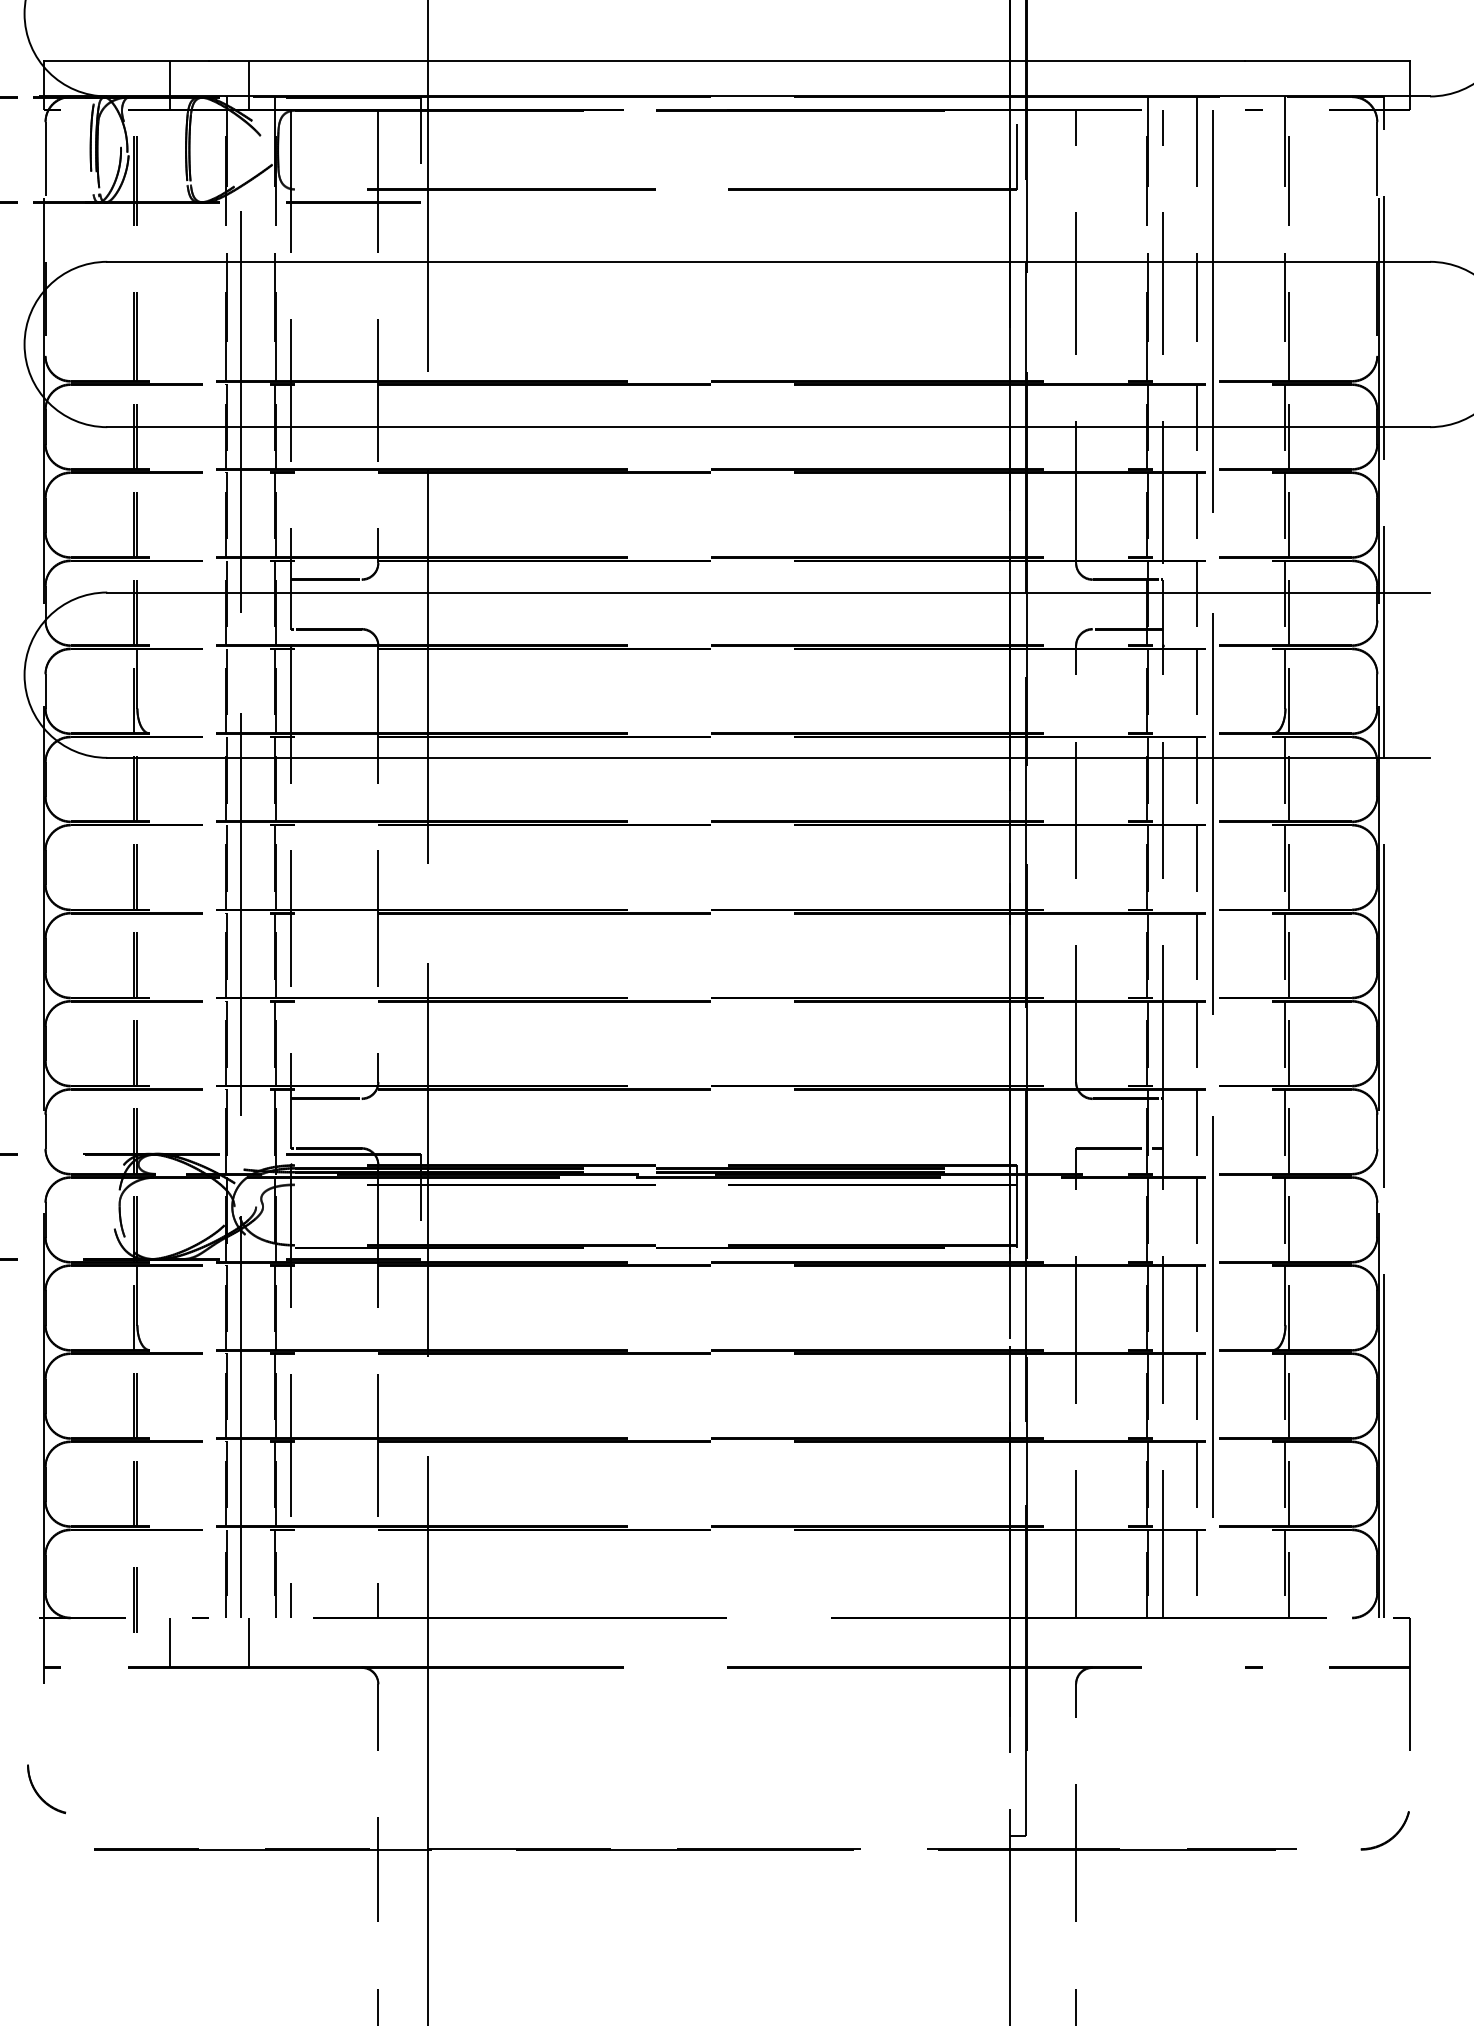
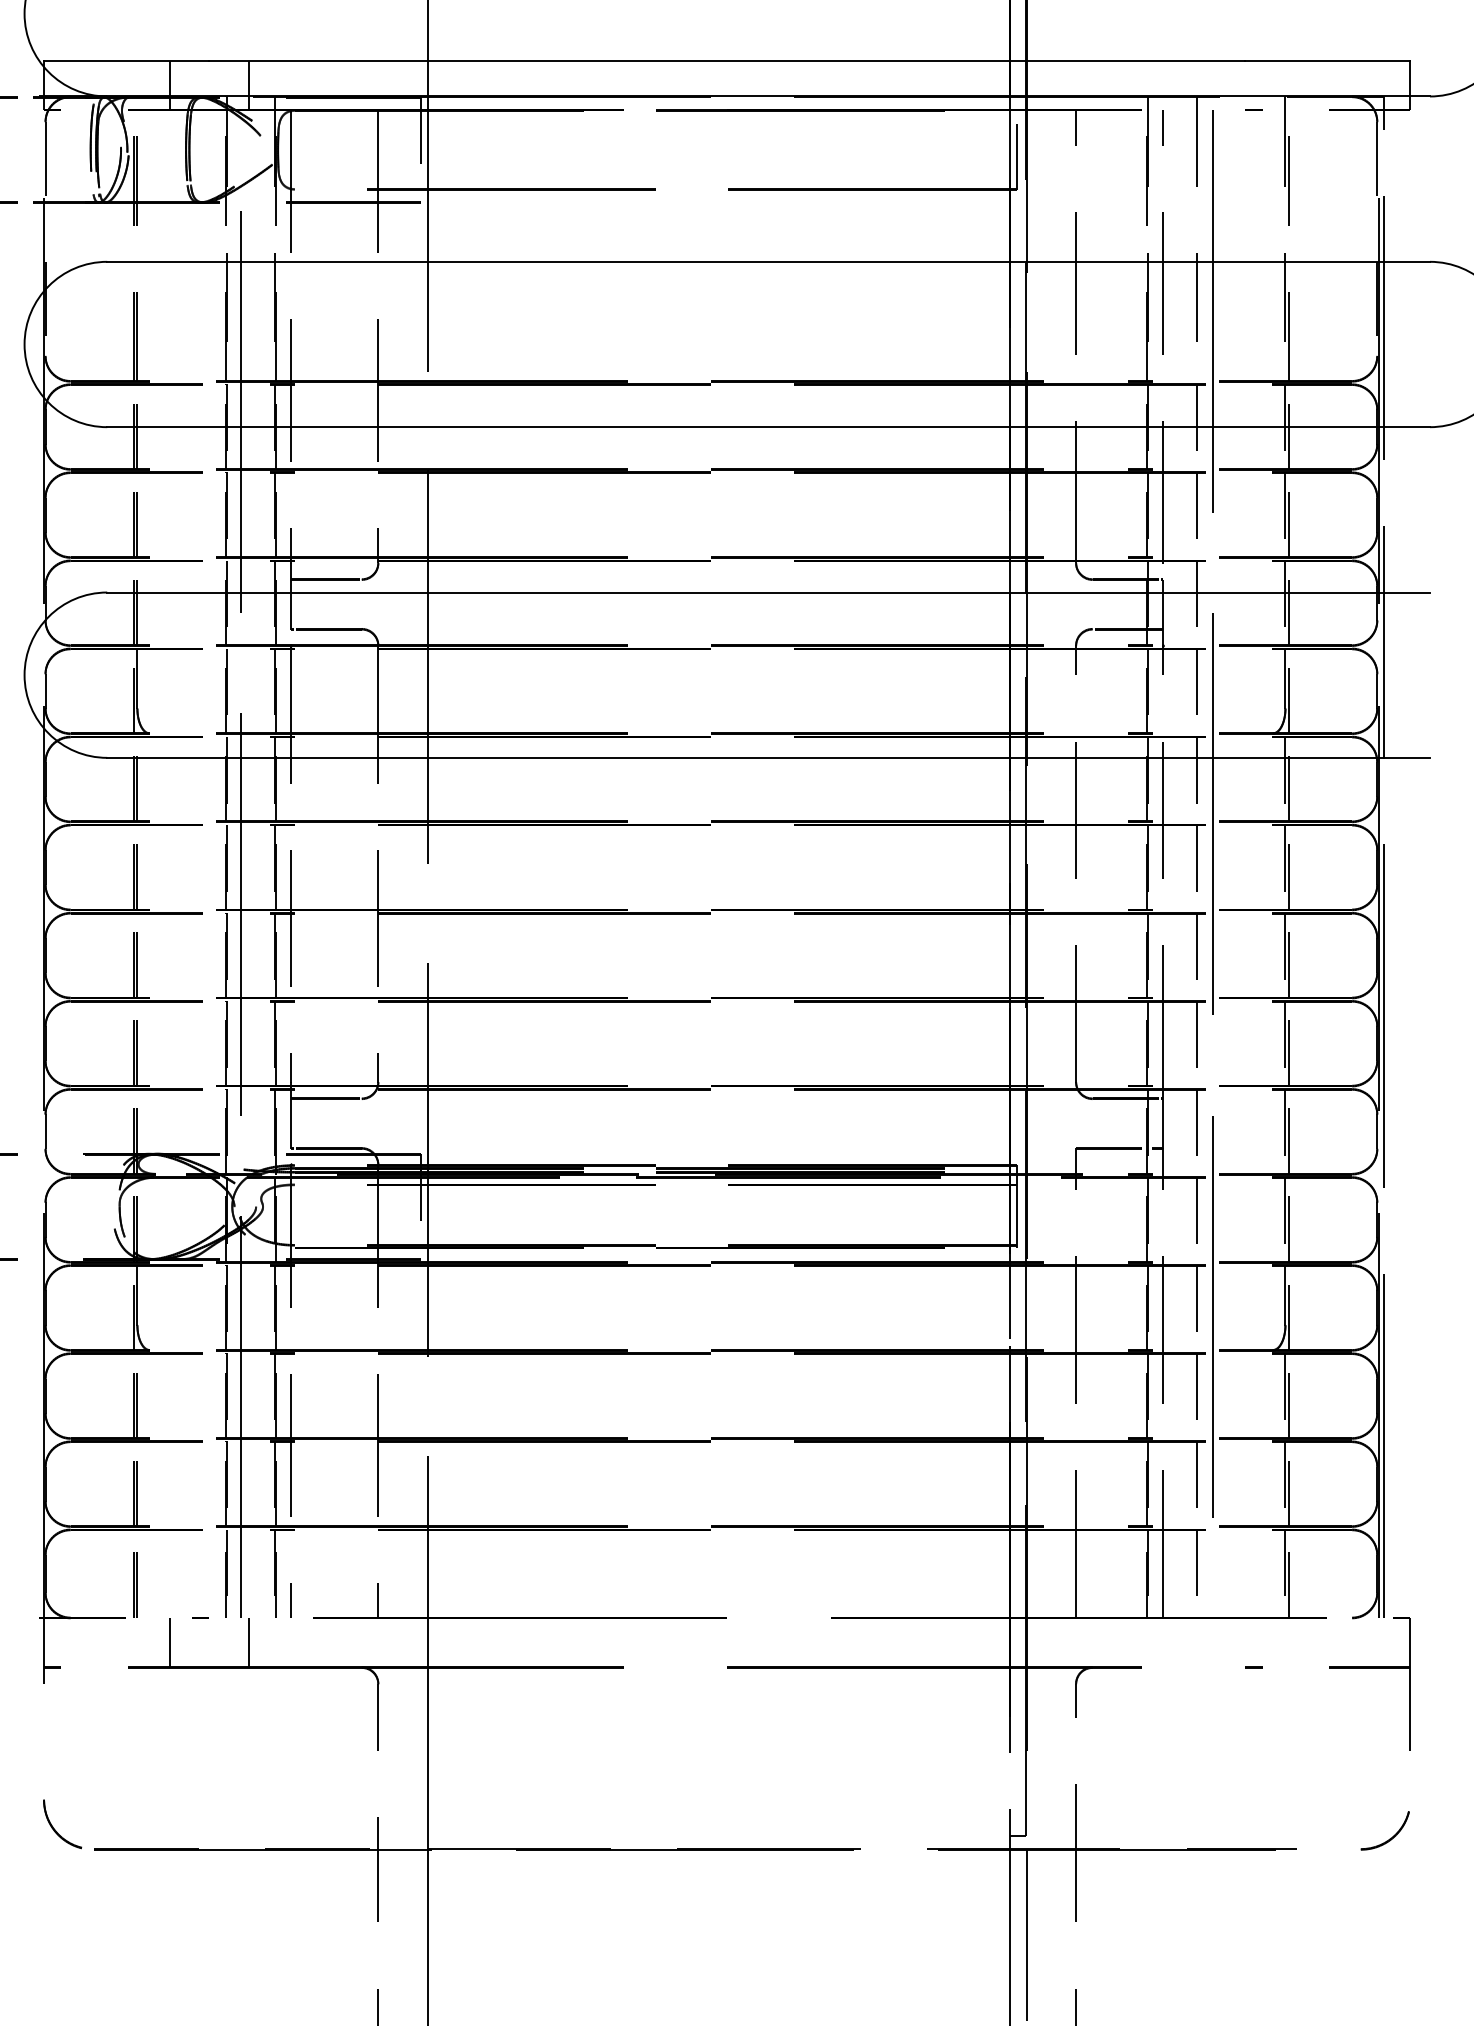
line at (134, 1599) position: (134, 1599) -> (134, 1584)
part at (40, 1795) position: (40, 1795) -> (56, 1830)
line at (1026, 1935): none -> present
